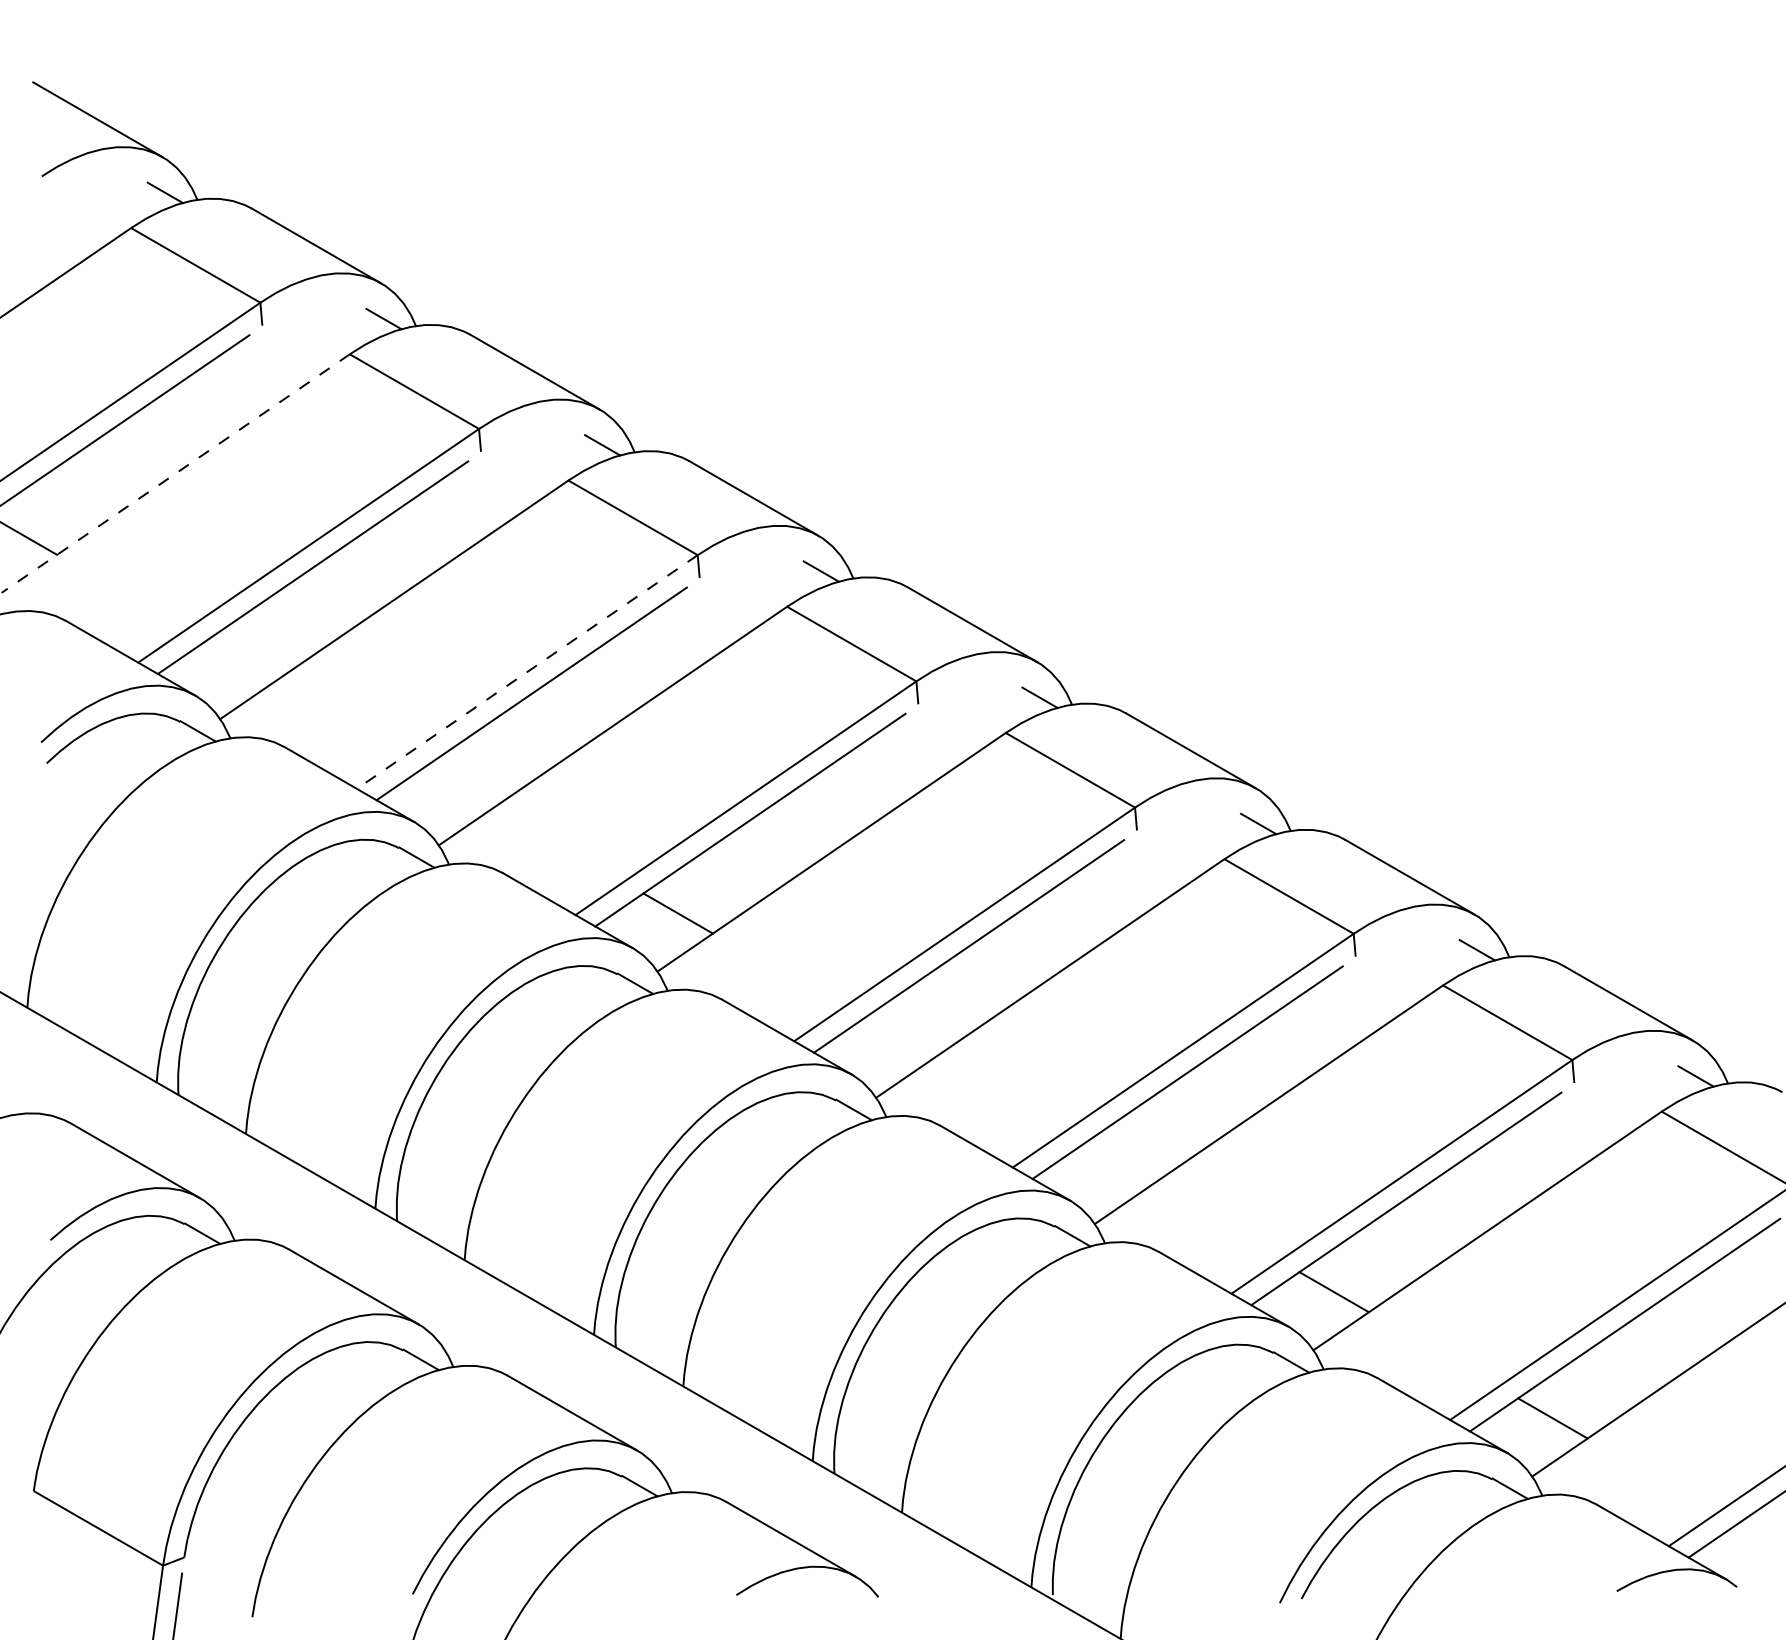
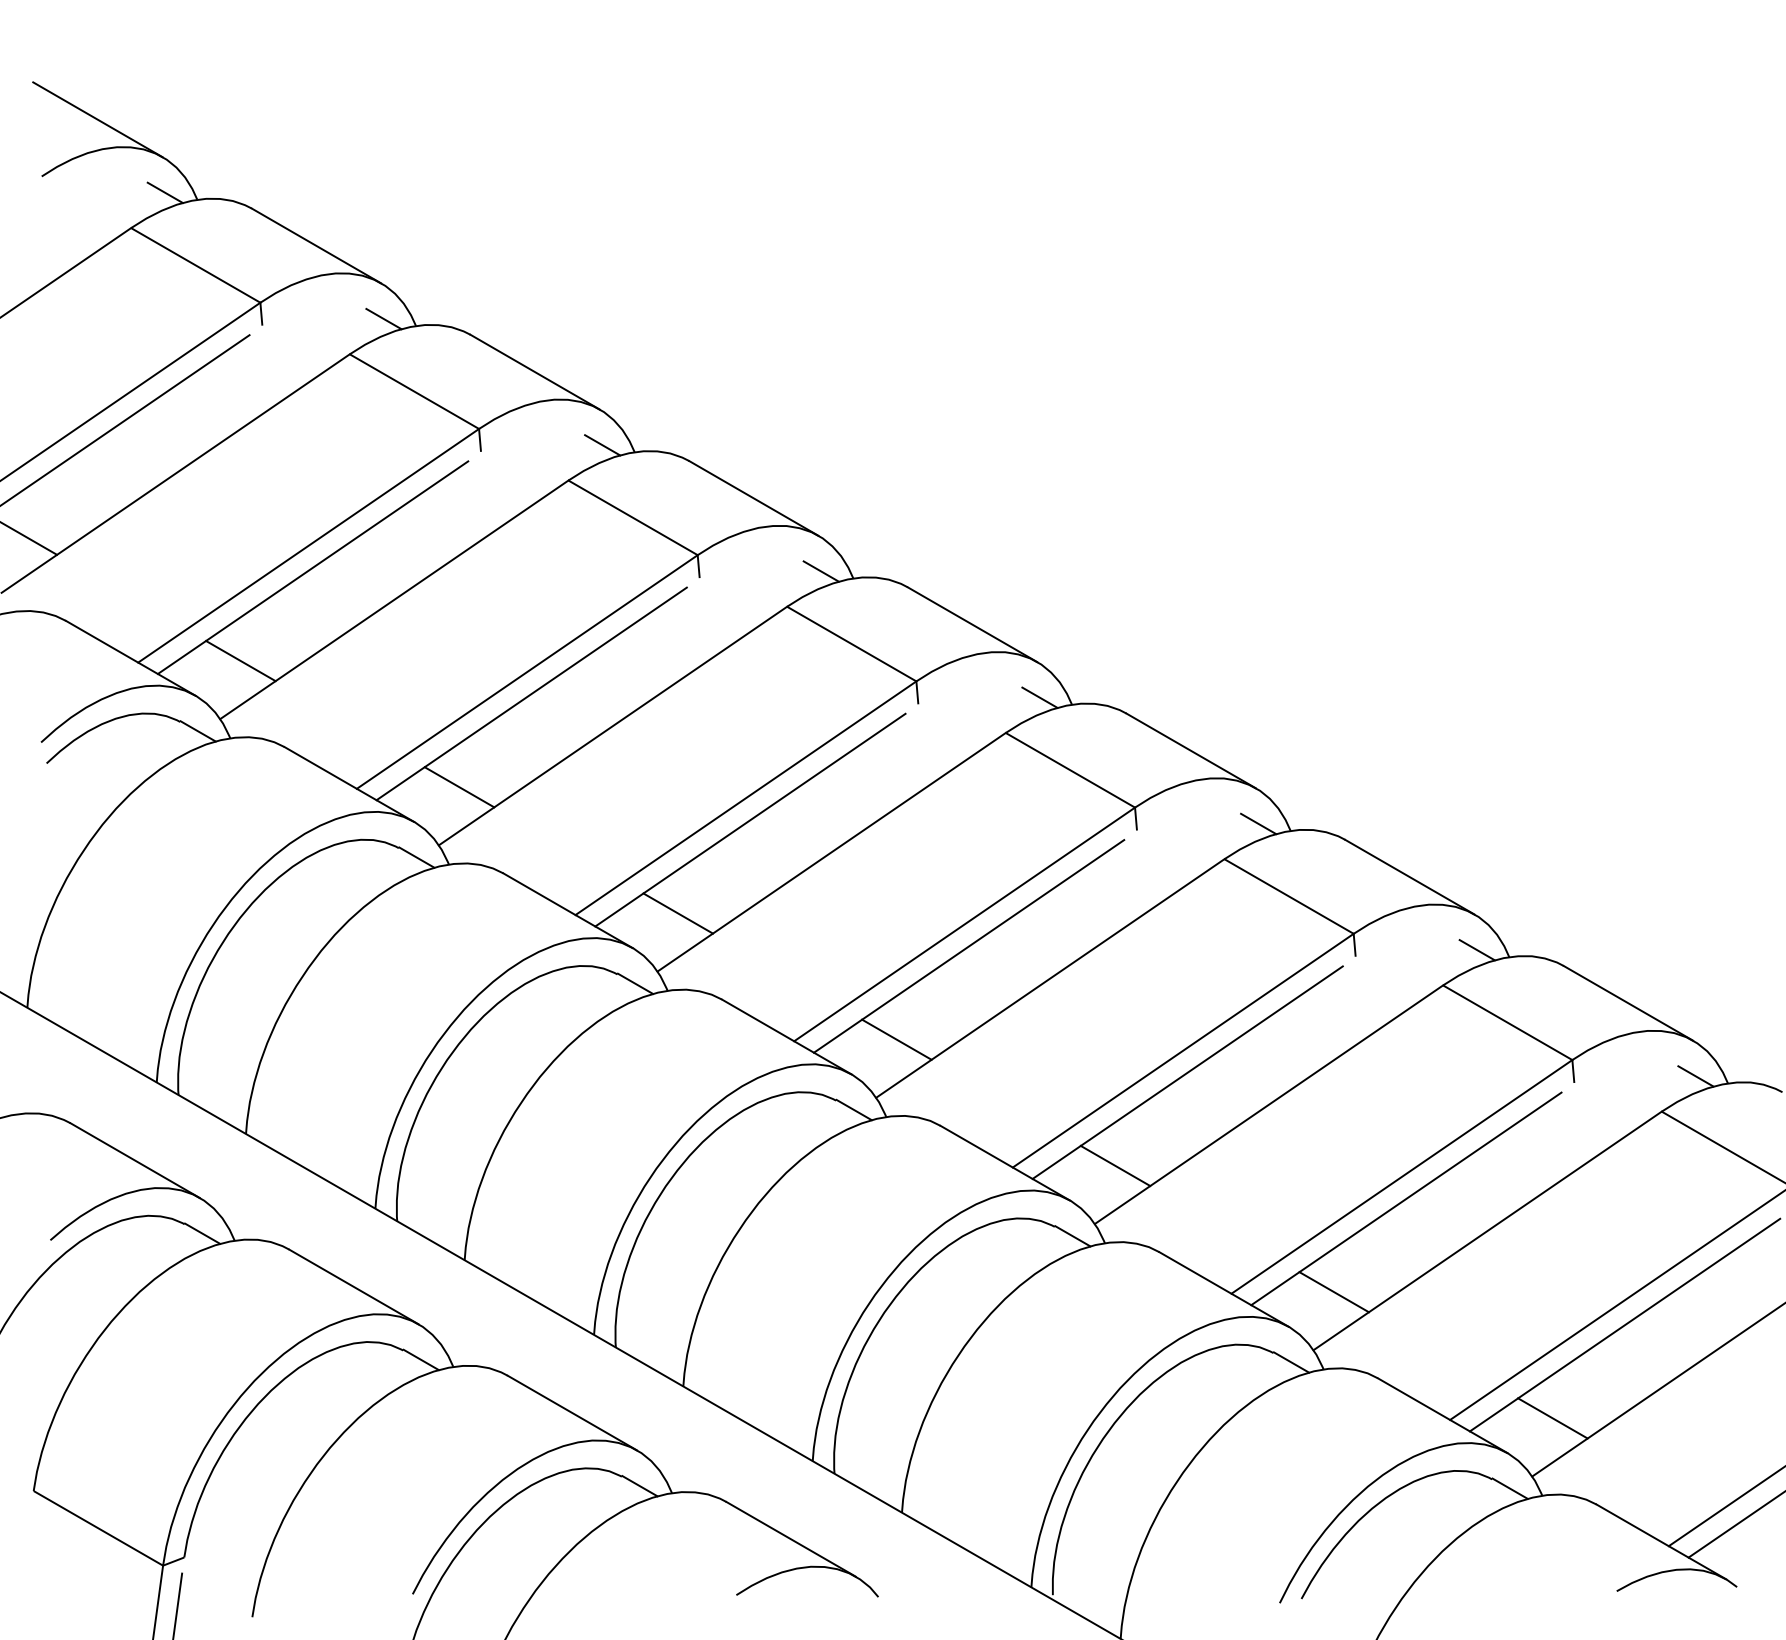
line at (175, 473): dashed -> solid
line at (240, 661): none -> present
line at (527, 672): dashed -> solid
line at (459, 787): none -> present
line at (896, 1039): none -> present
line at (1115, 1165): none -> present
